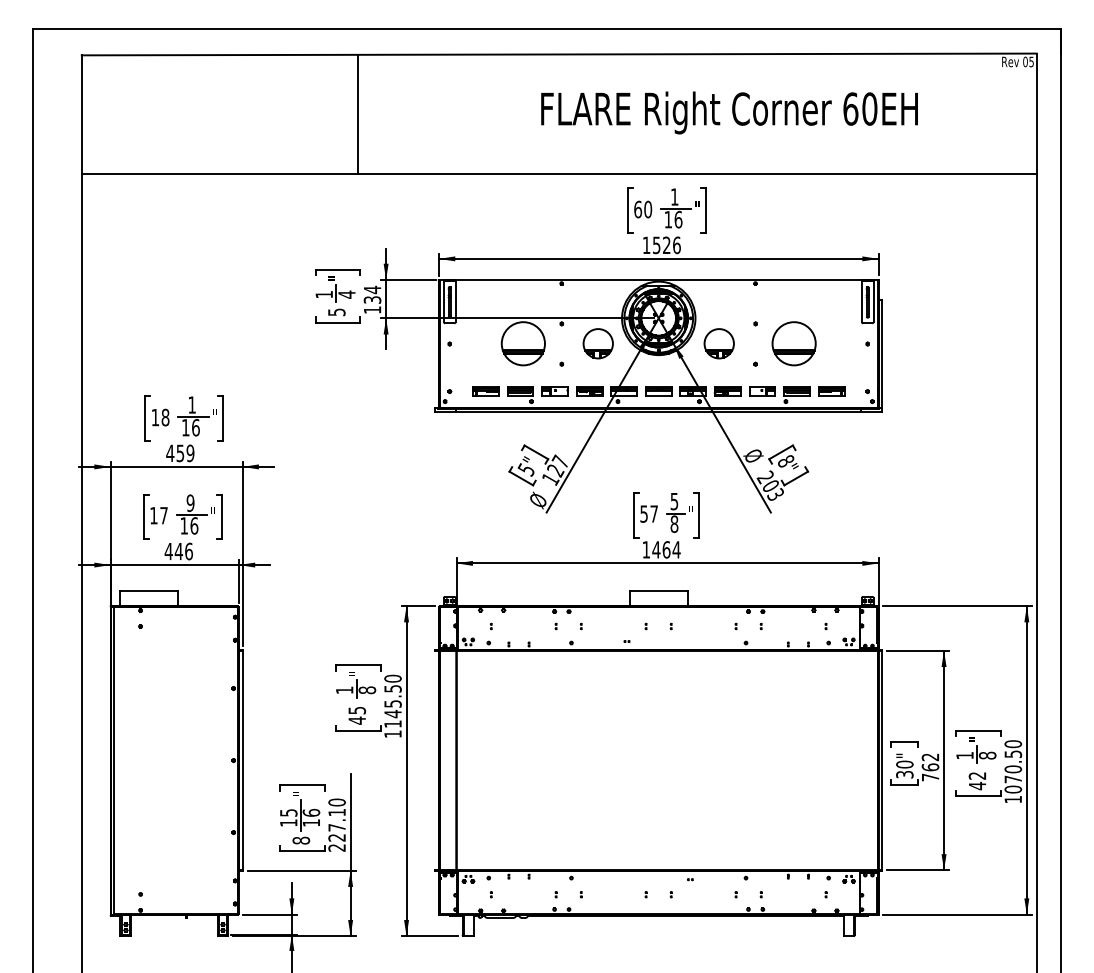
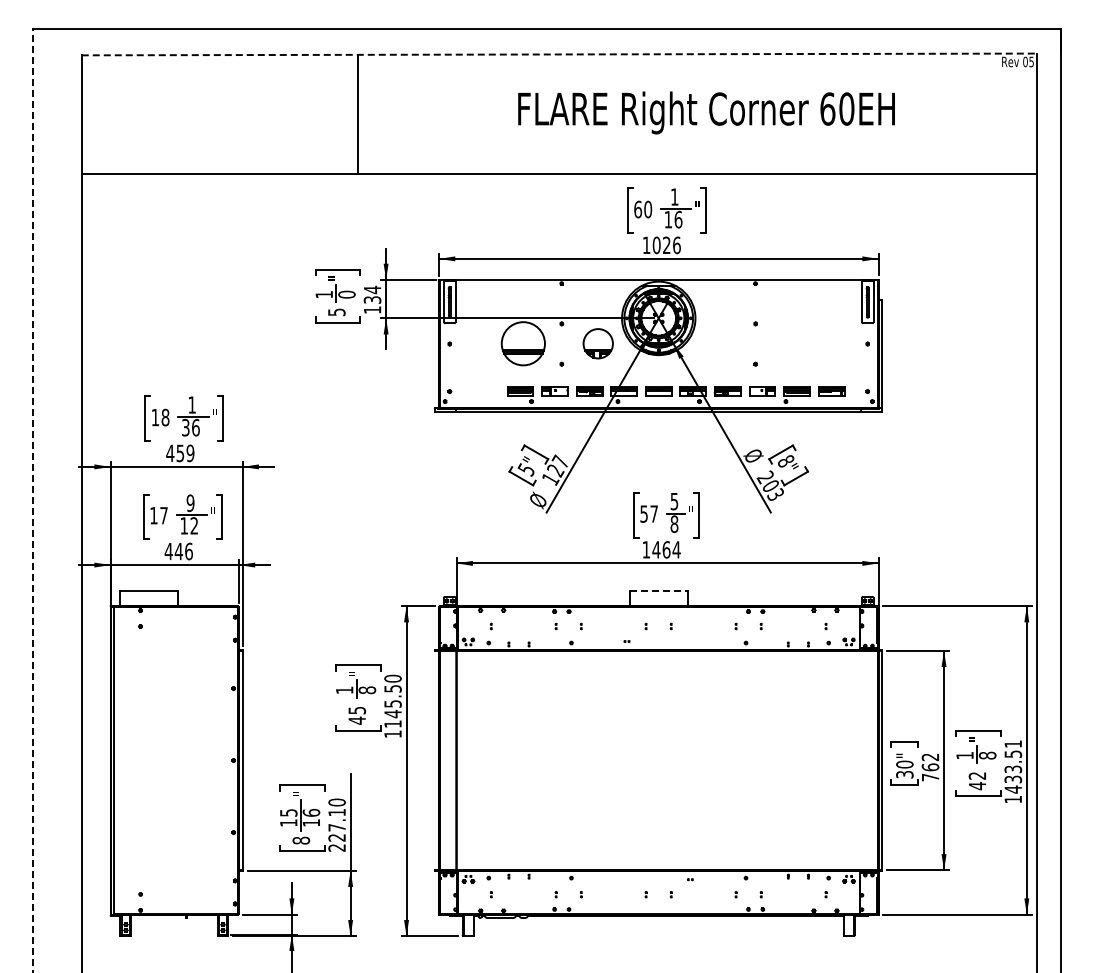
line at (559, 54): solid -> dashed
text at (729, 112) position: (729, 112) -> (706, 112)
text at (656, 245): 1526 -> 1026
text at (346, 294): 4 -> 0
part at (718, 343): present -> none
part at (793, 343): present -> none
part at (485, 391): present -> none
text at (185, 427): 16 -> 36
line at (32, 500): solid -> dashed
text at (194, 525): 16 -> 12
line at (659, 591): solid -> dashed
text at (1013, 766): 1070.50 -> 1433.51
